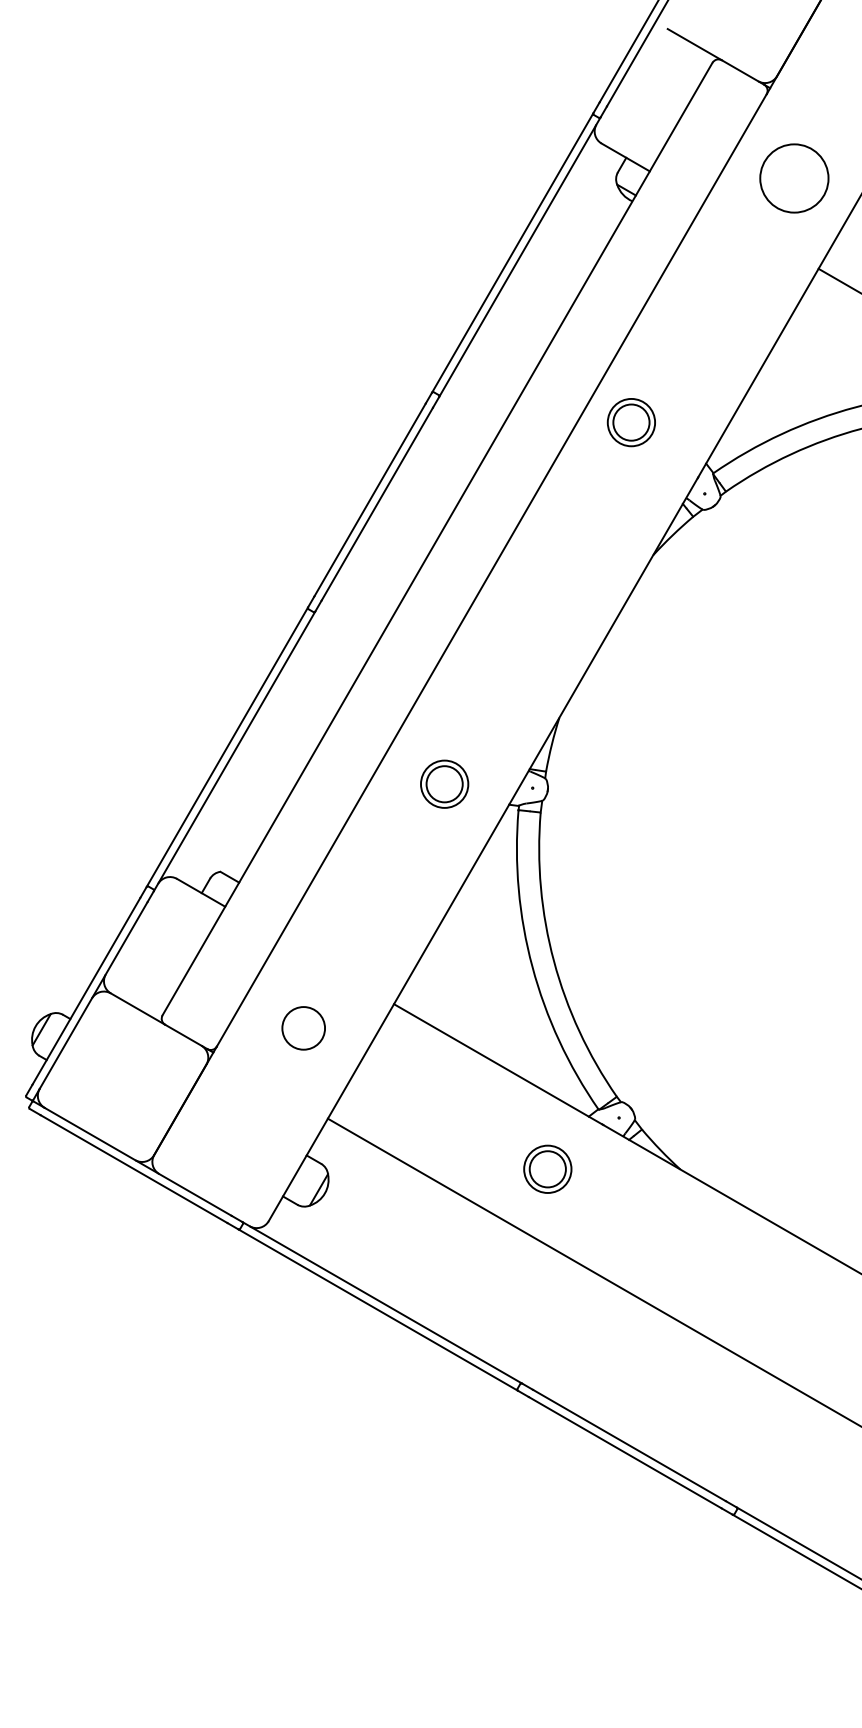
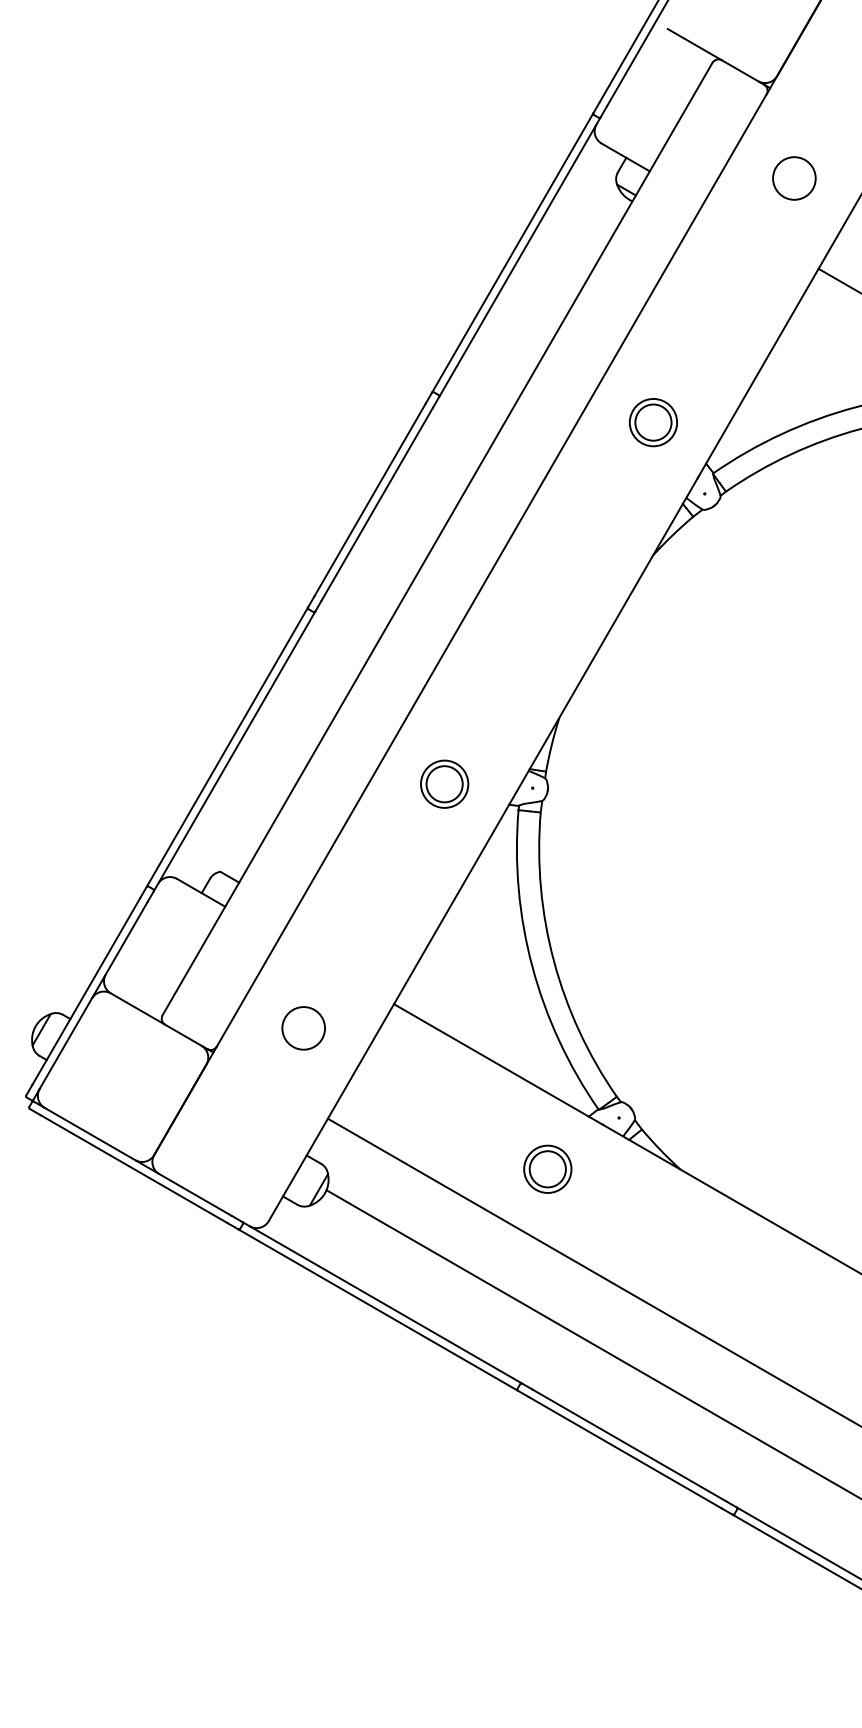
circle at (794, 178) diameter: 68 px -> 43 px
part at (630, 422) position: (630, 422) -> (652, 422)
line at (592, 1343): none -> present
